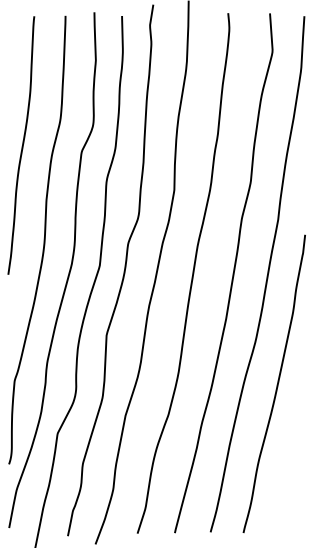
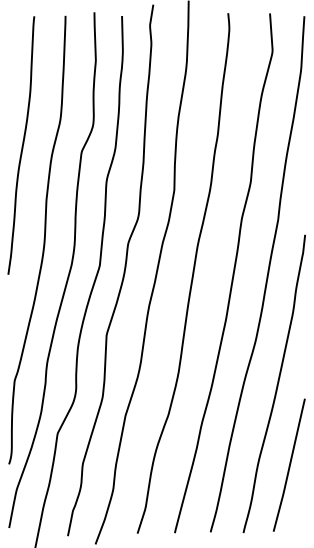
curve at (289, 464): none -> present
